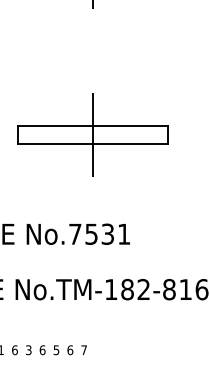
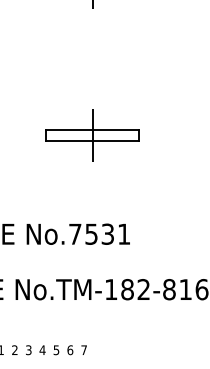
part at (92, 134) size: 152x84 px -> 95x53 px
text at (14, 350): 6 -> 2
text at (42, 350): 6 -> 4
